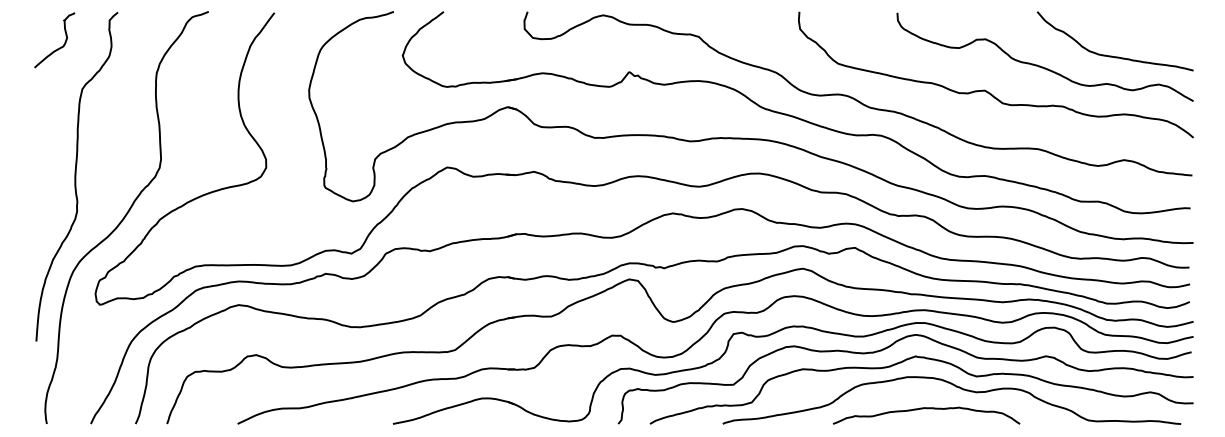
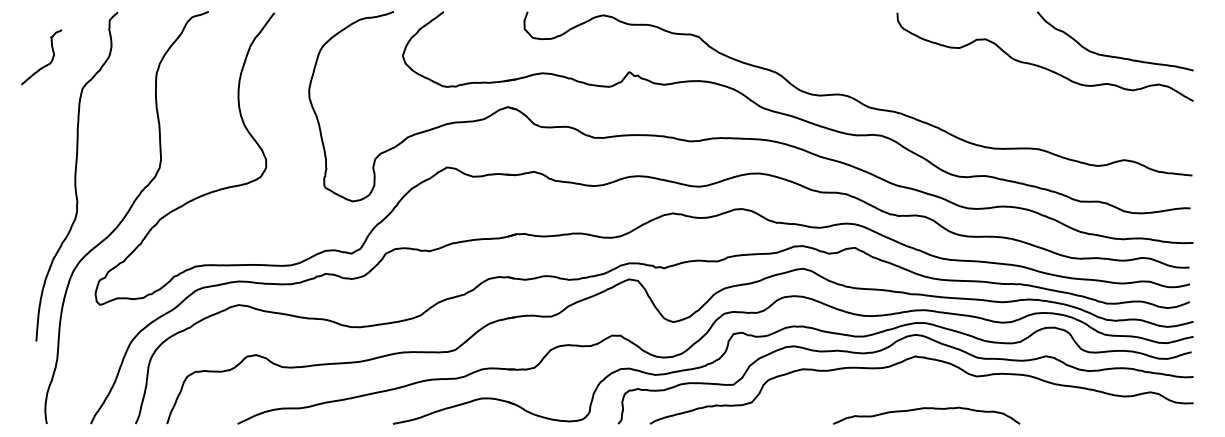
curve at (57, 48) position: (57, 48) -> (44, 65)
curve at (986, 90): present -> none
curve at (958, 388): present -> none
